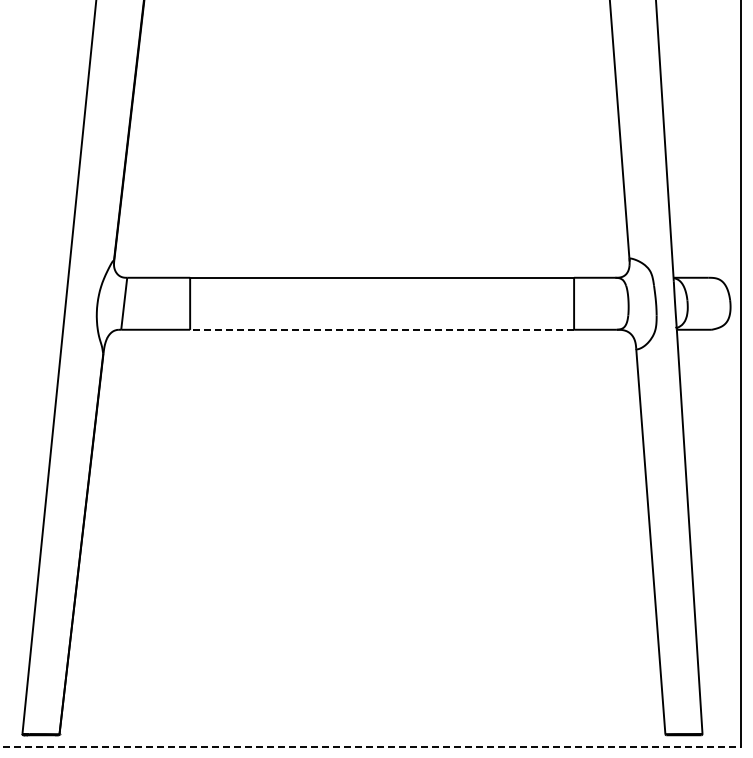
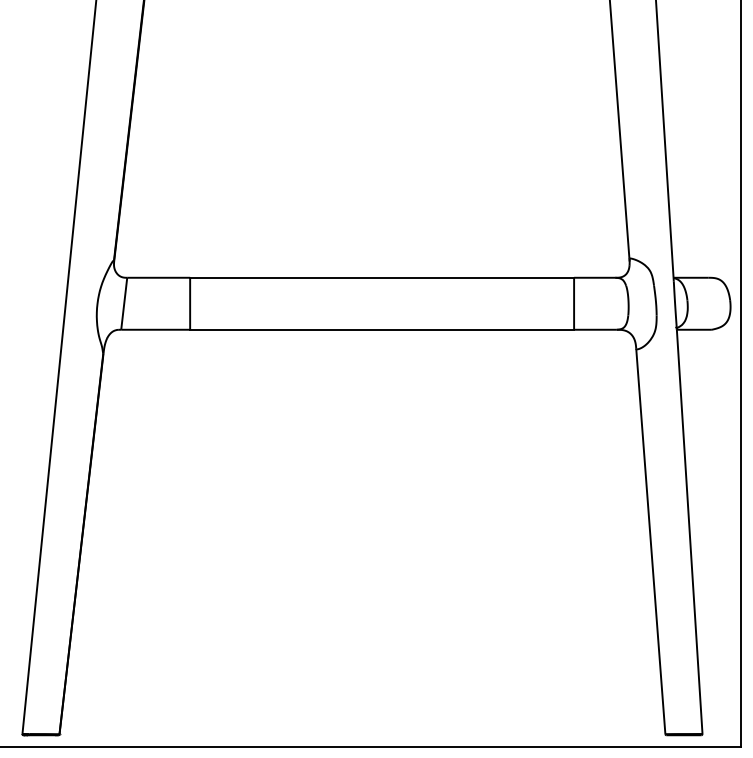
line at (382, 329): dashed -> solid
line at (370, 747): dashed -> solid
